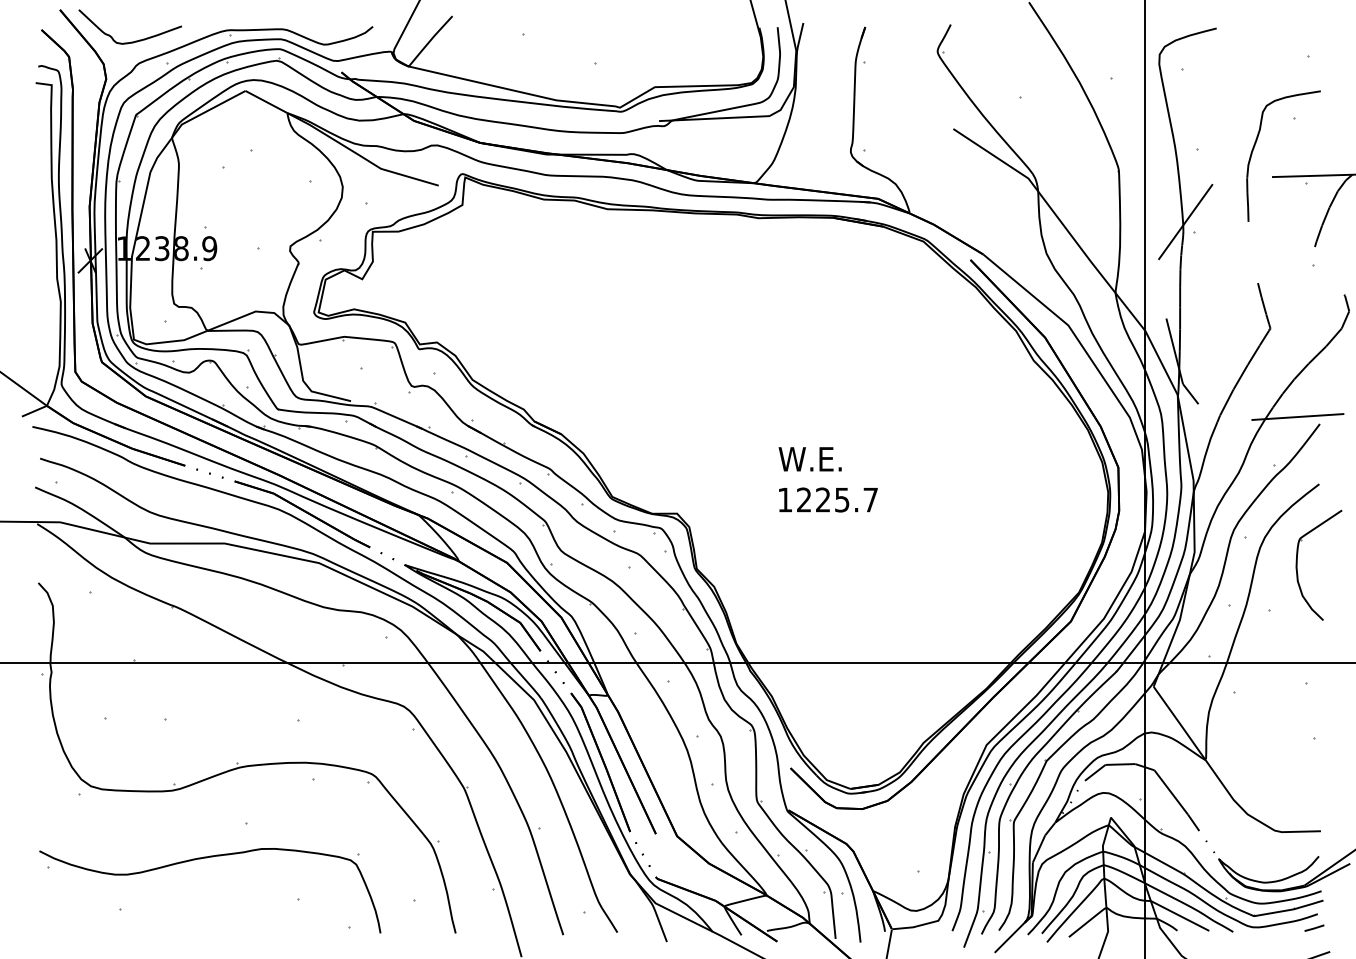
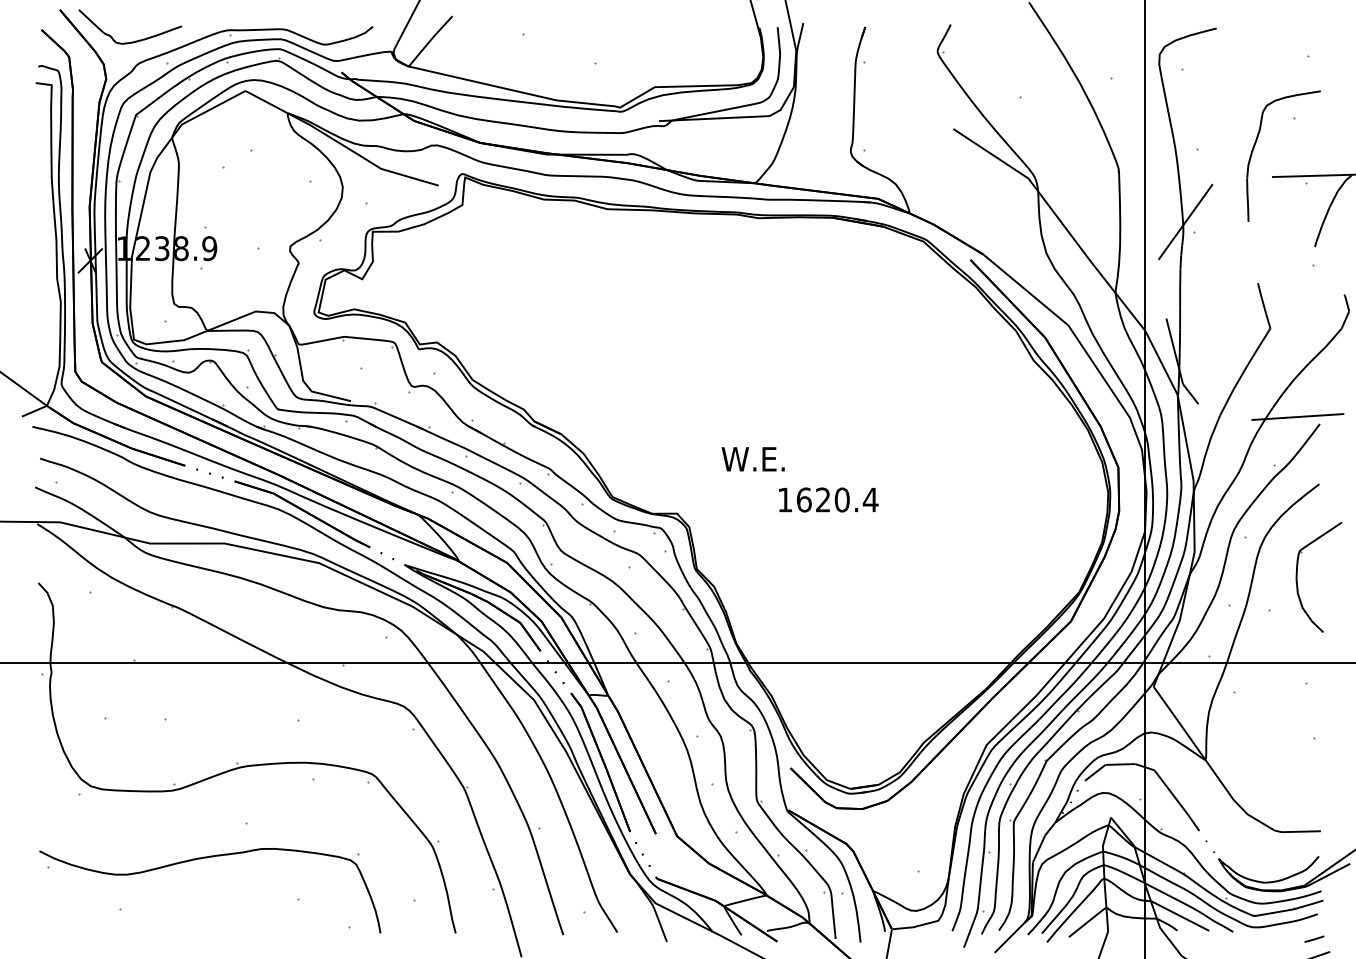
text at (809, 459) position: (809, 459) -> (752, 459)
text at (837, 499): 1225.7 -> 1620.4
part at (1297, 564) position: (1297, 564) -> (1297, 576)
line at (1314, 927) position: (1314, 927) -> (1314, 938)
